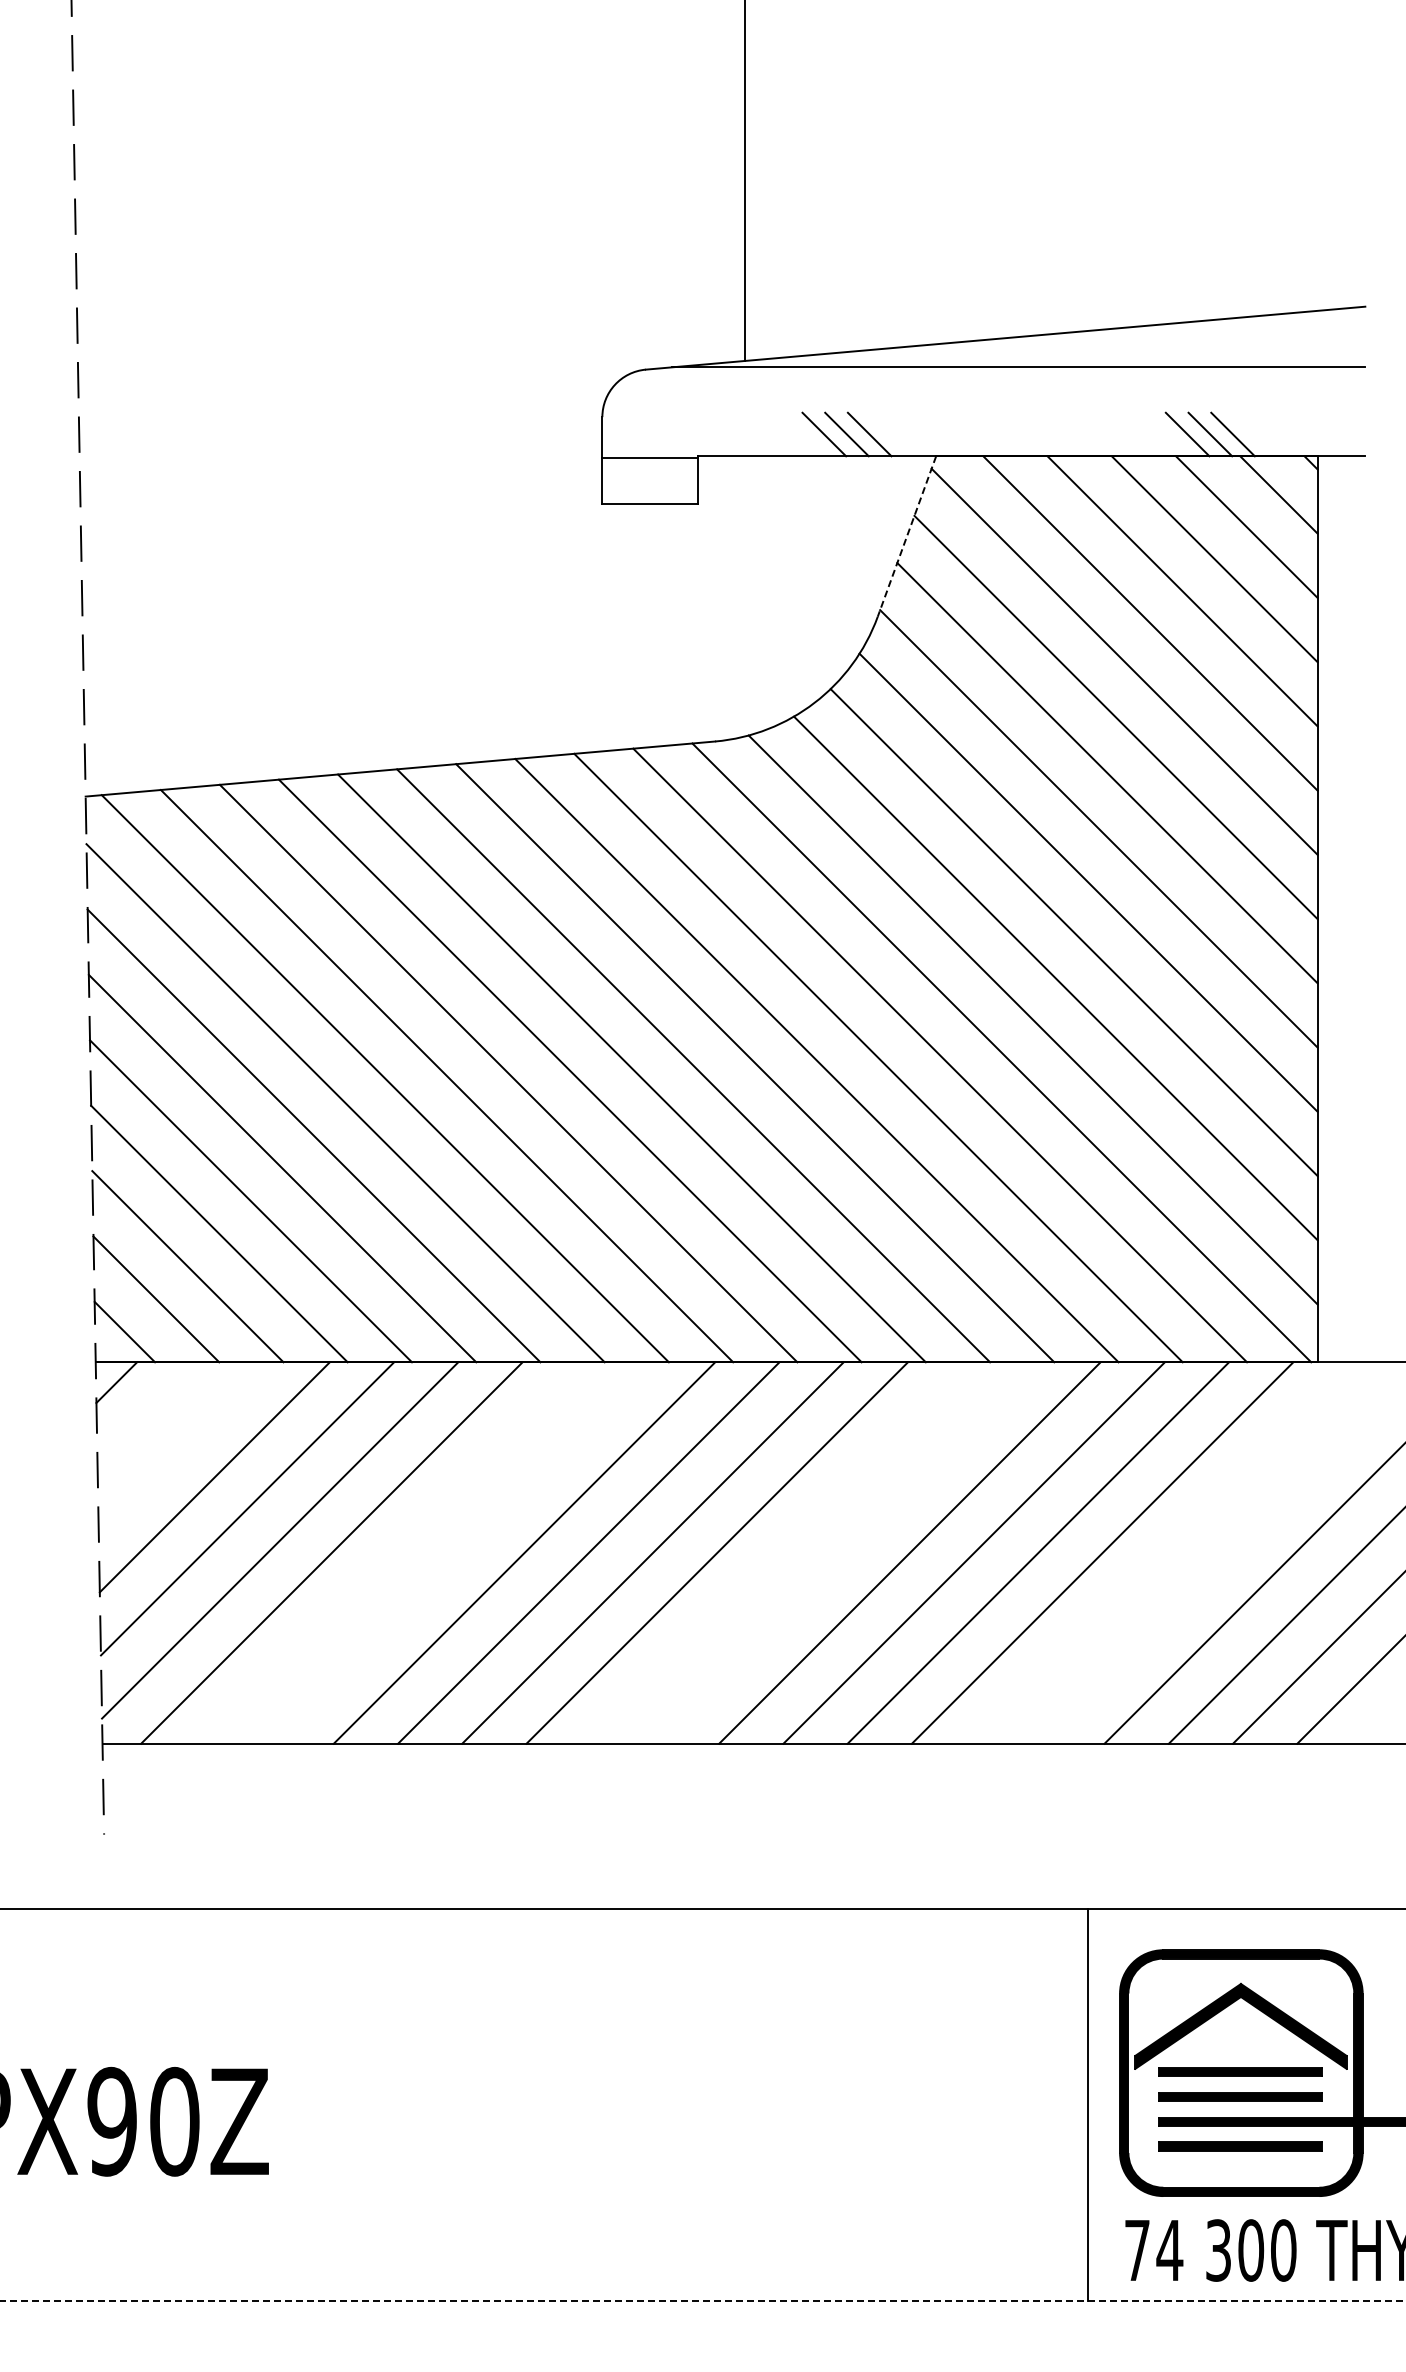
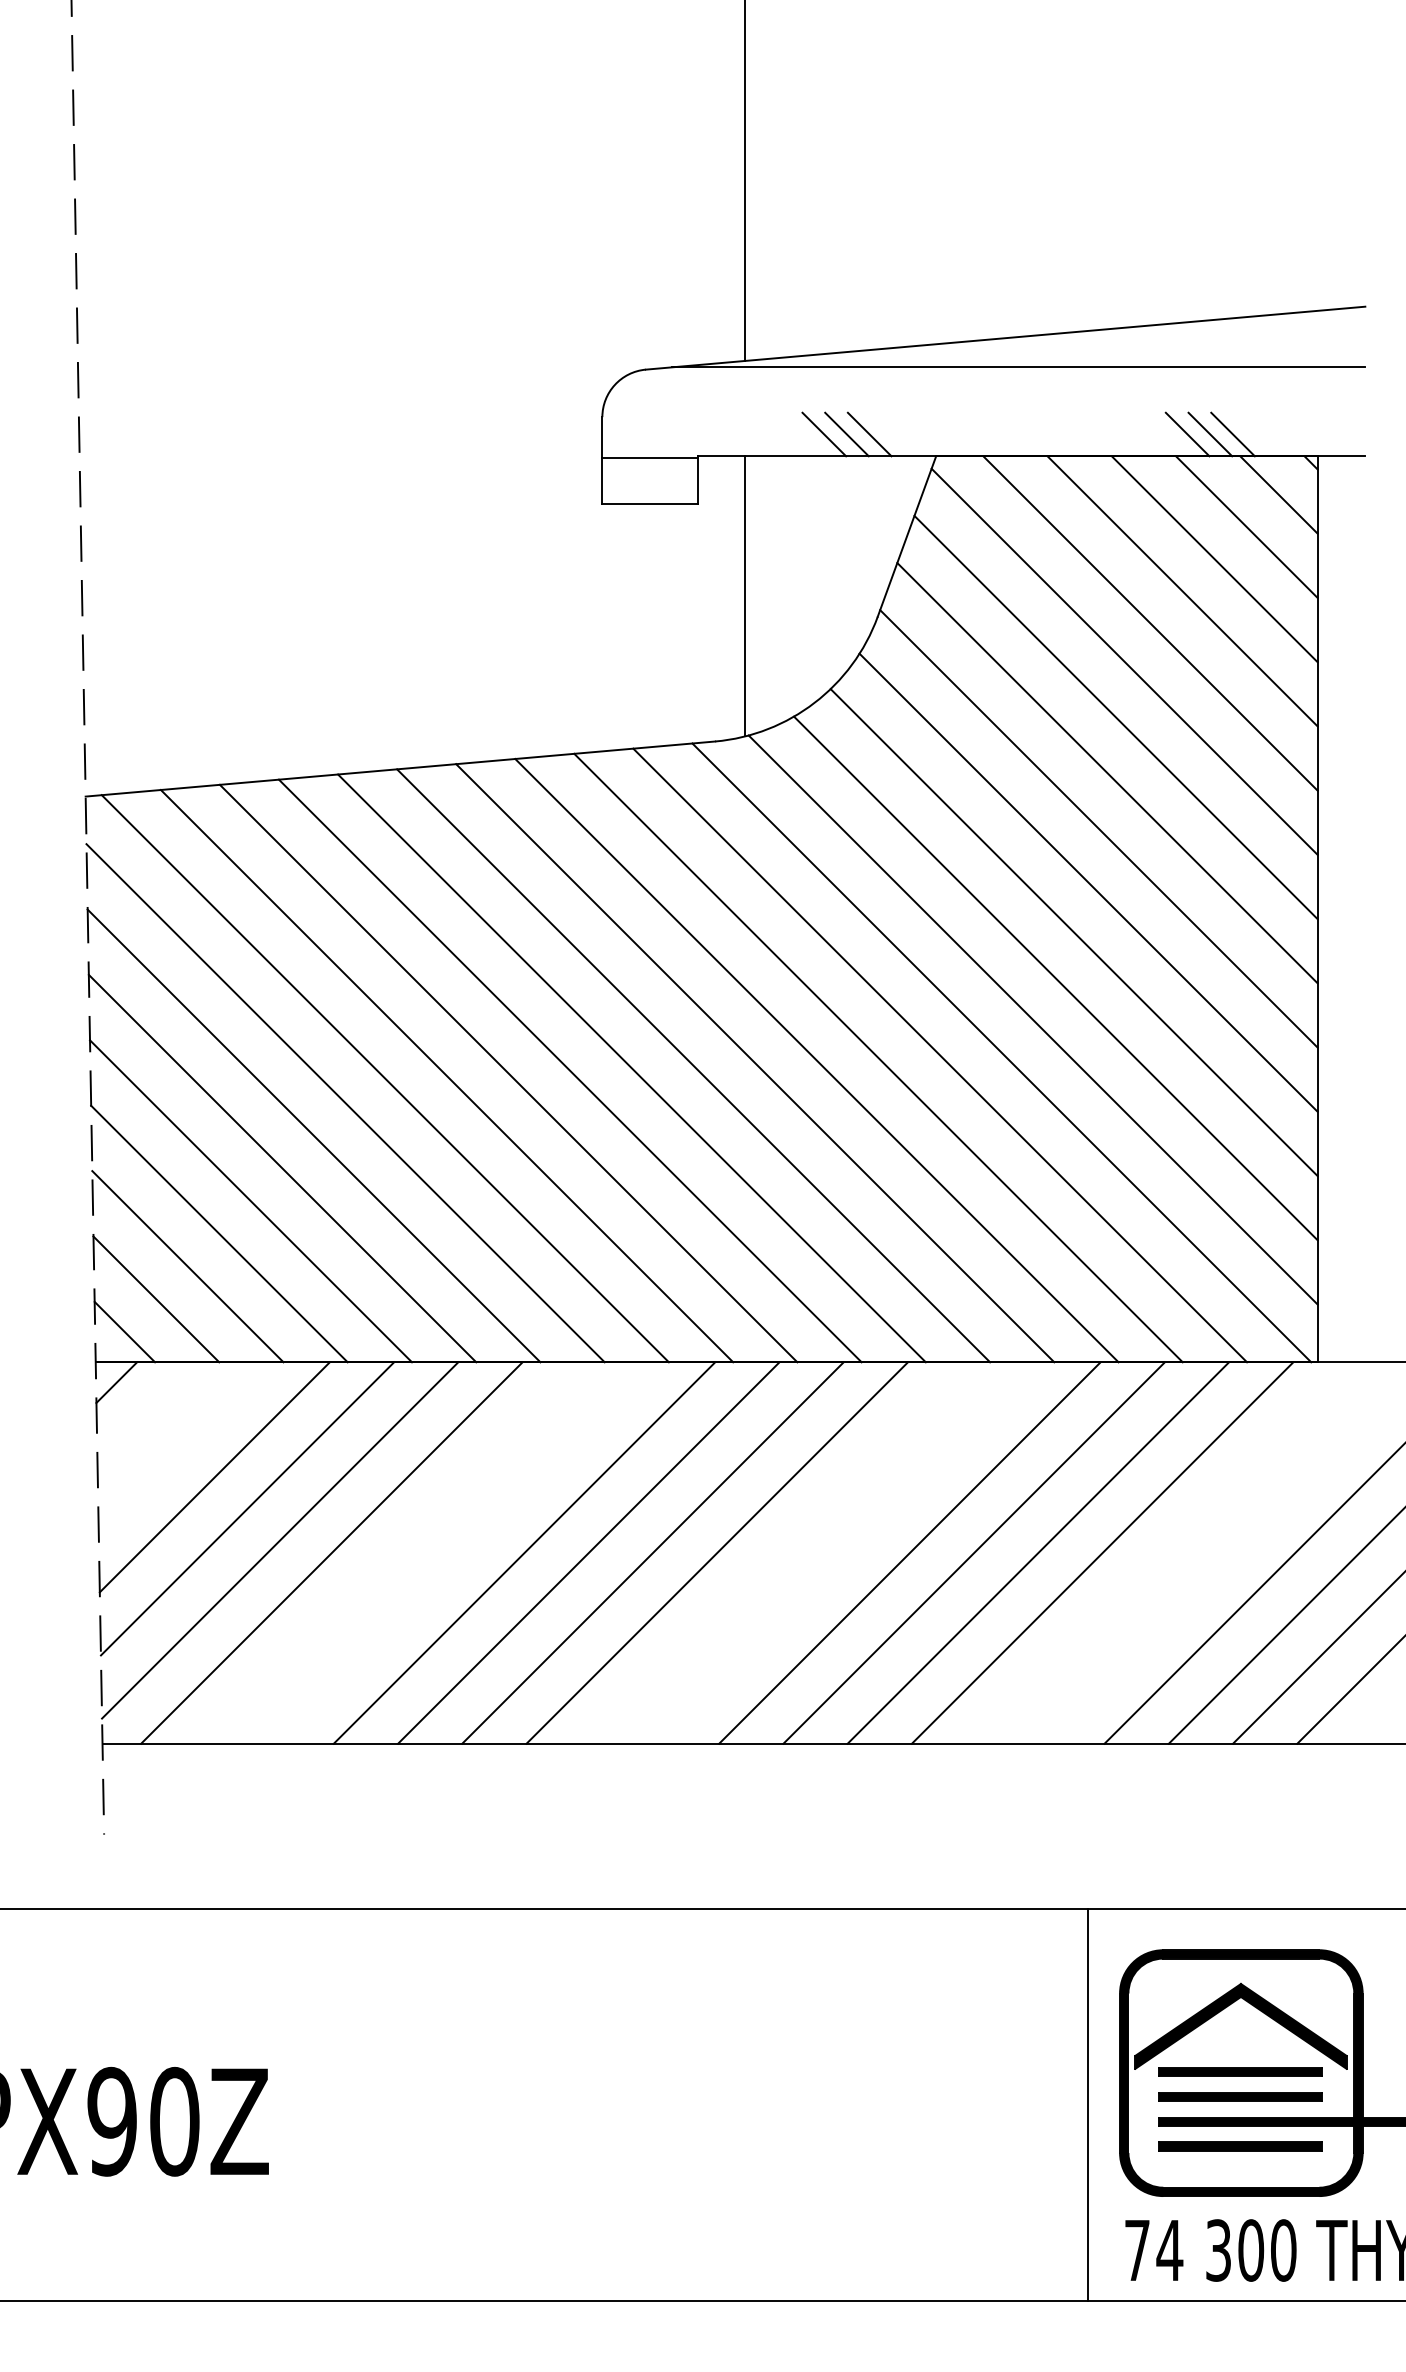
line at (906, 536): dashed -> solid
line at (745, 596): none -> present
line at (702, 2300): dashed -> solid
